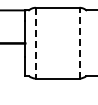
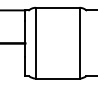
line at (79, 42): dashed -> solid
line at (35, 43): dashed -> solid
